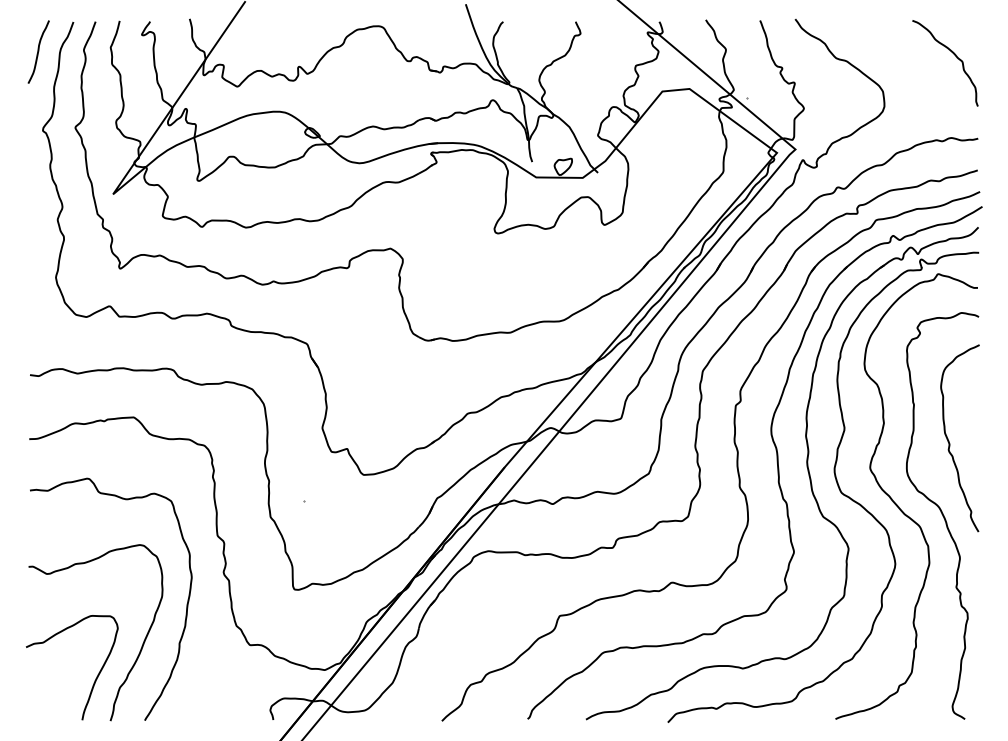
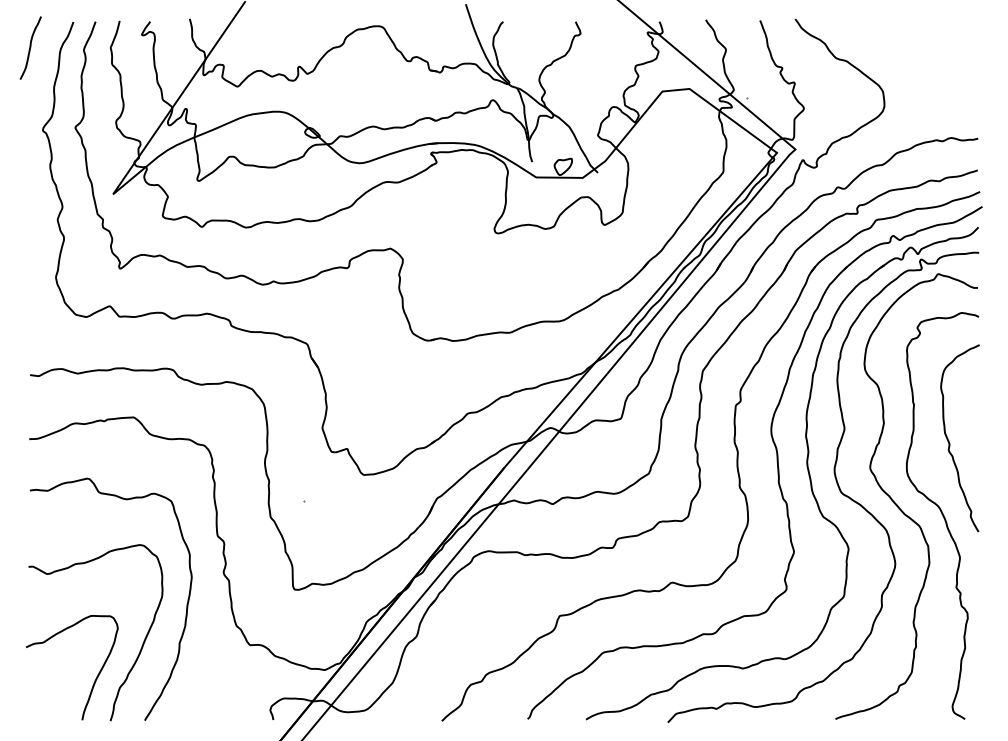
curve at (38, 51) position: (38, 51) -> (30, 47)
curve at (953, 54): present -> none
